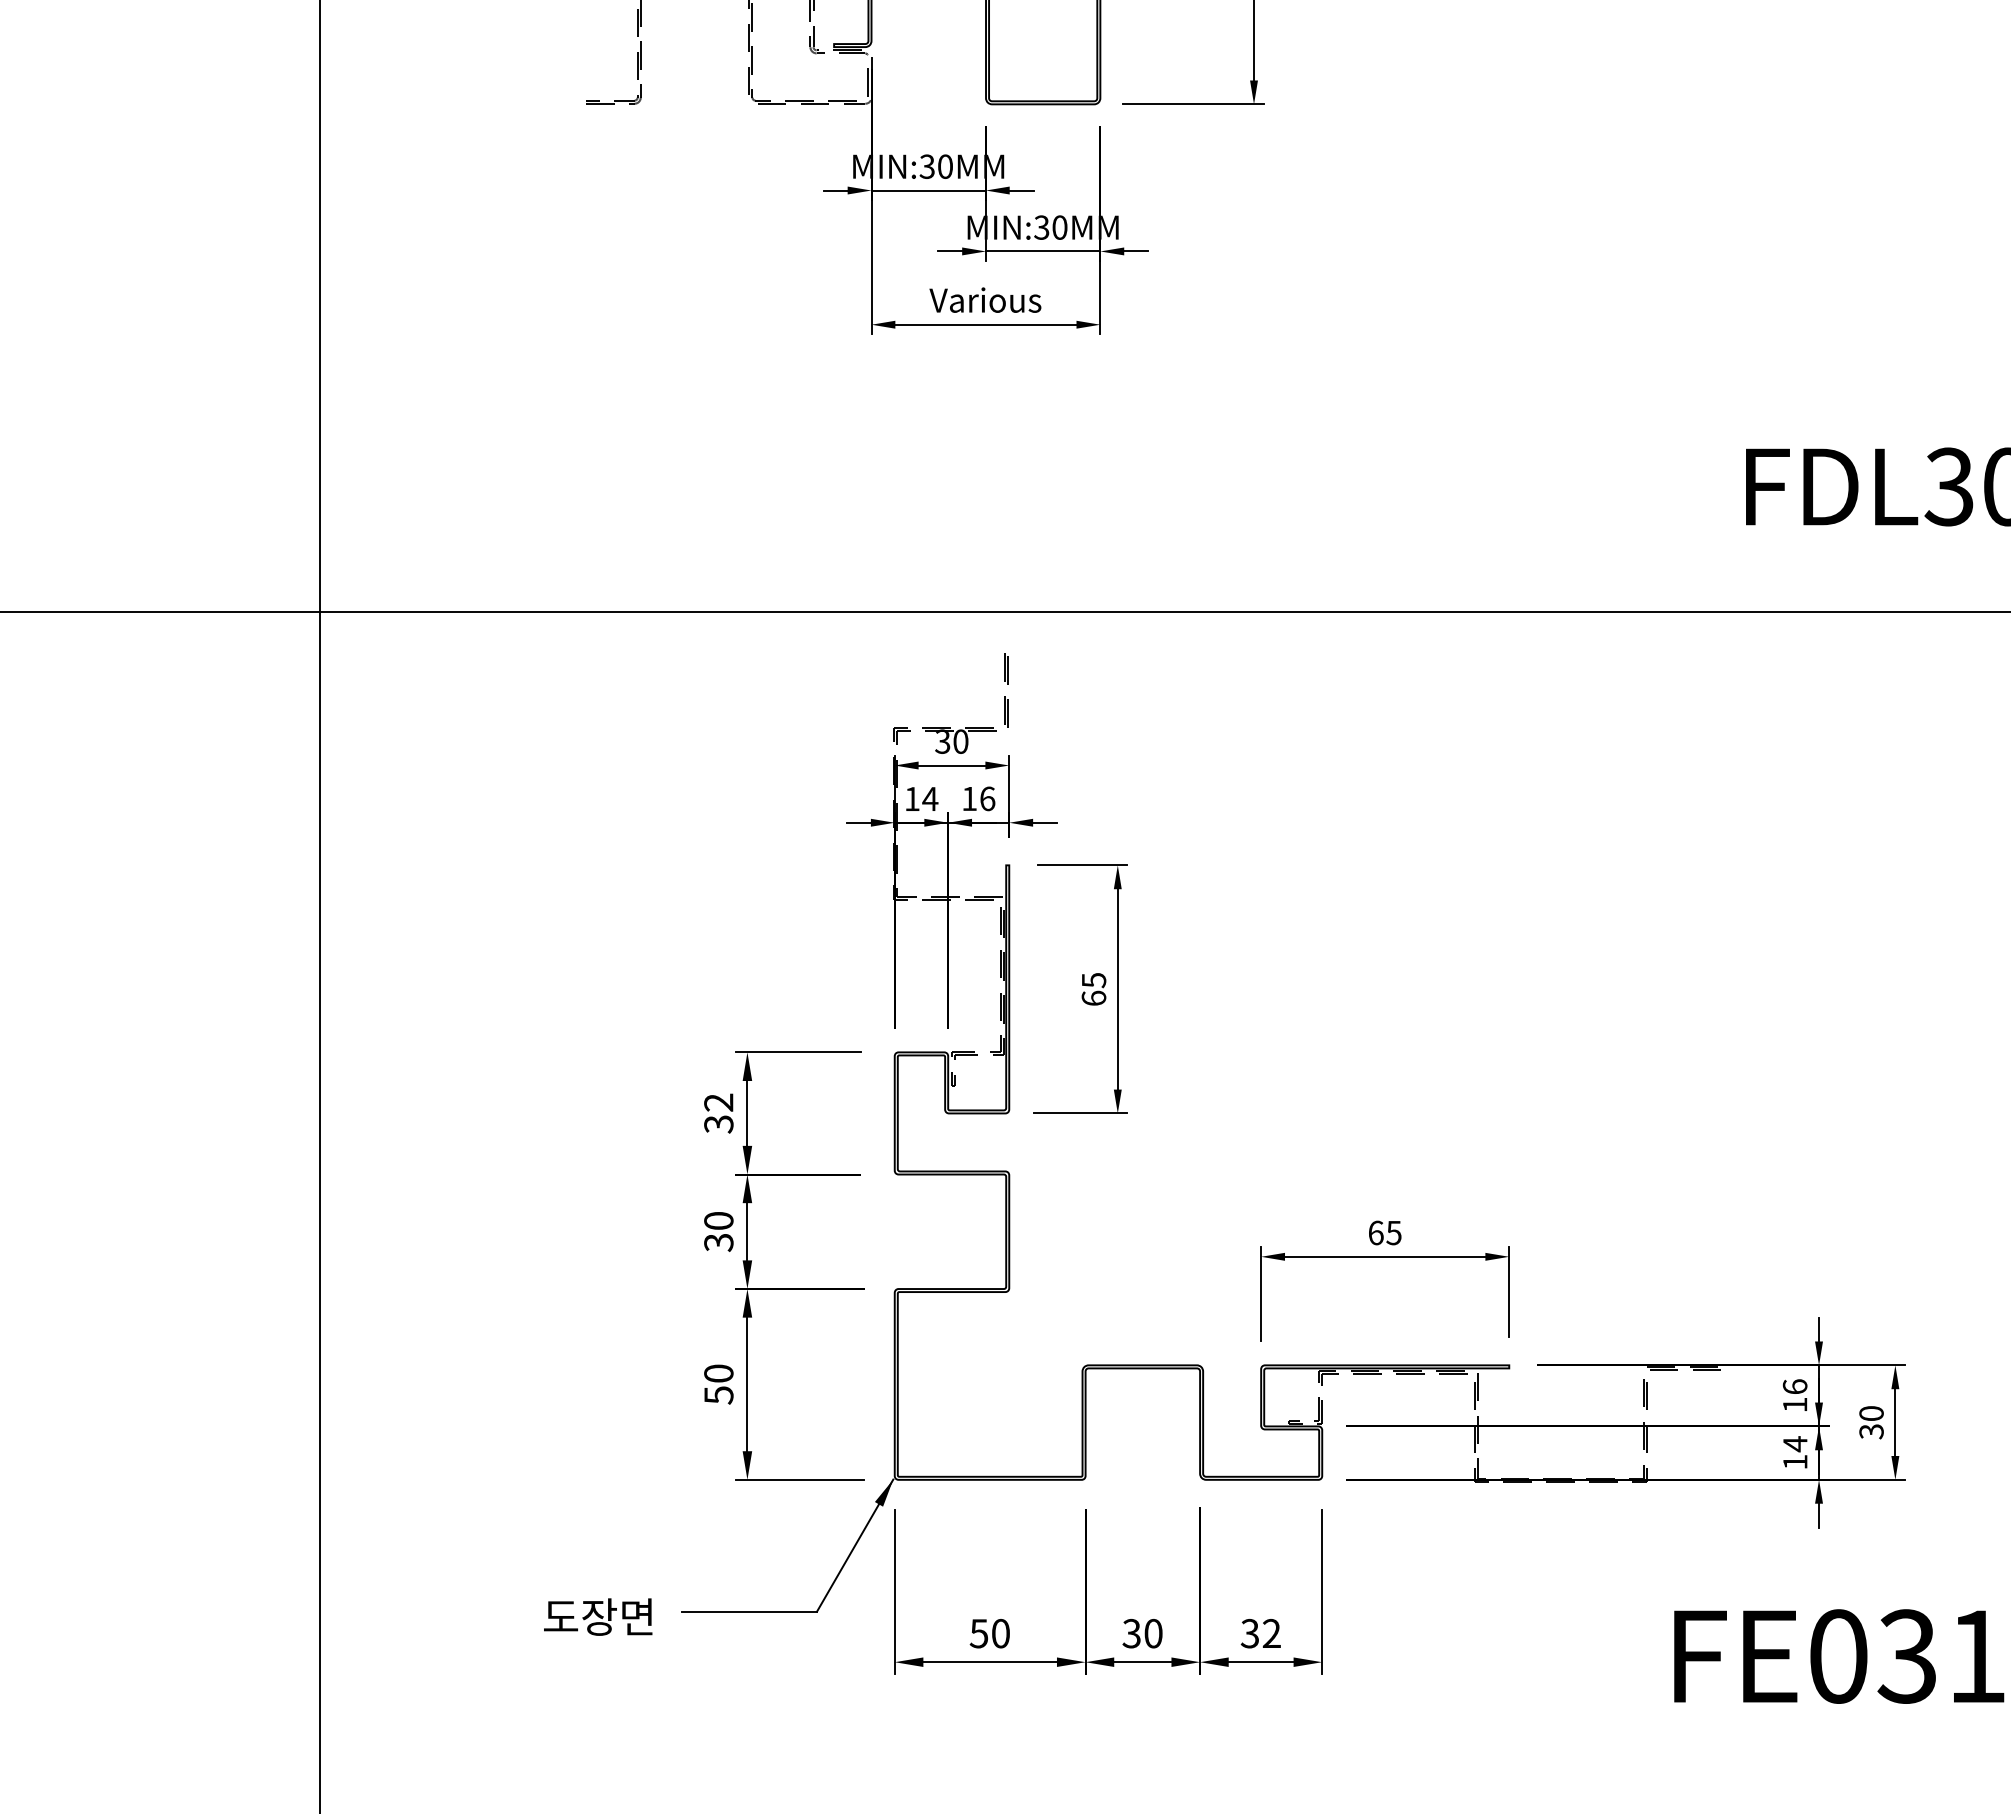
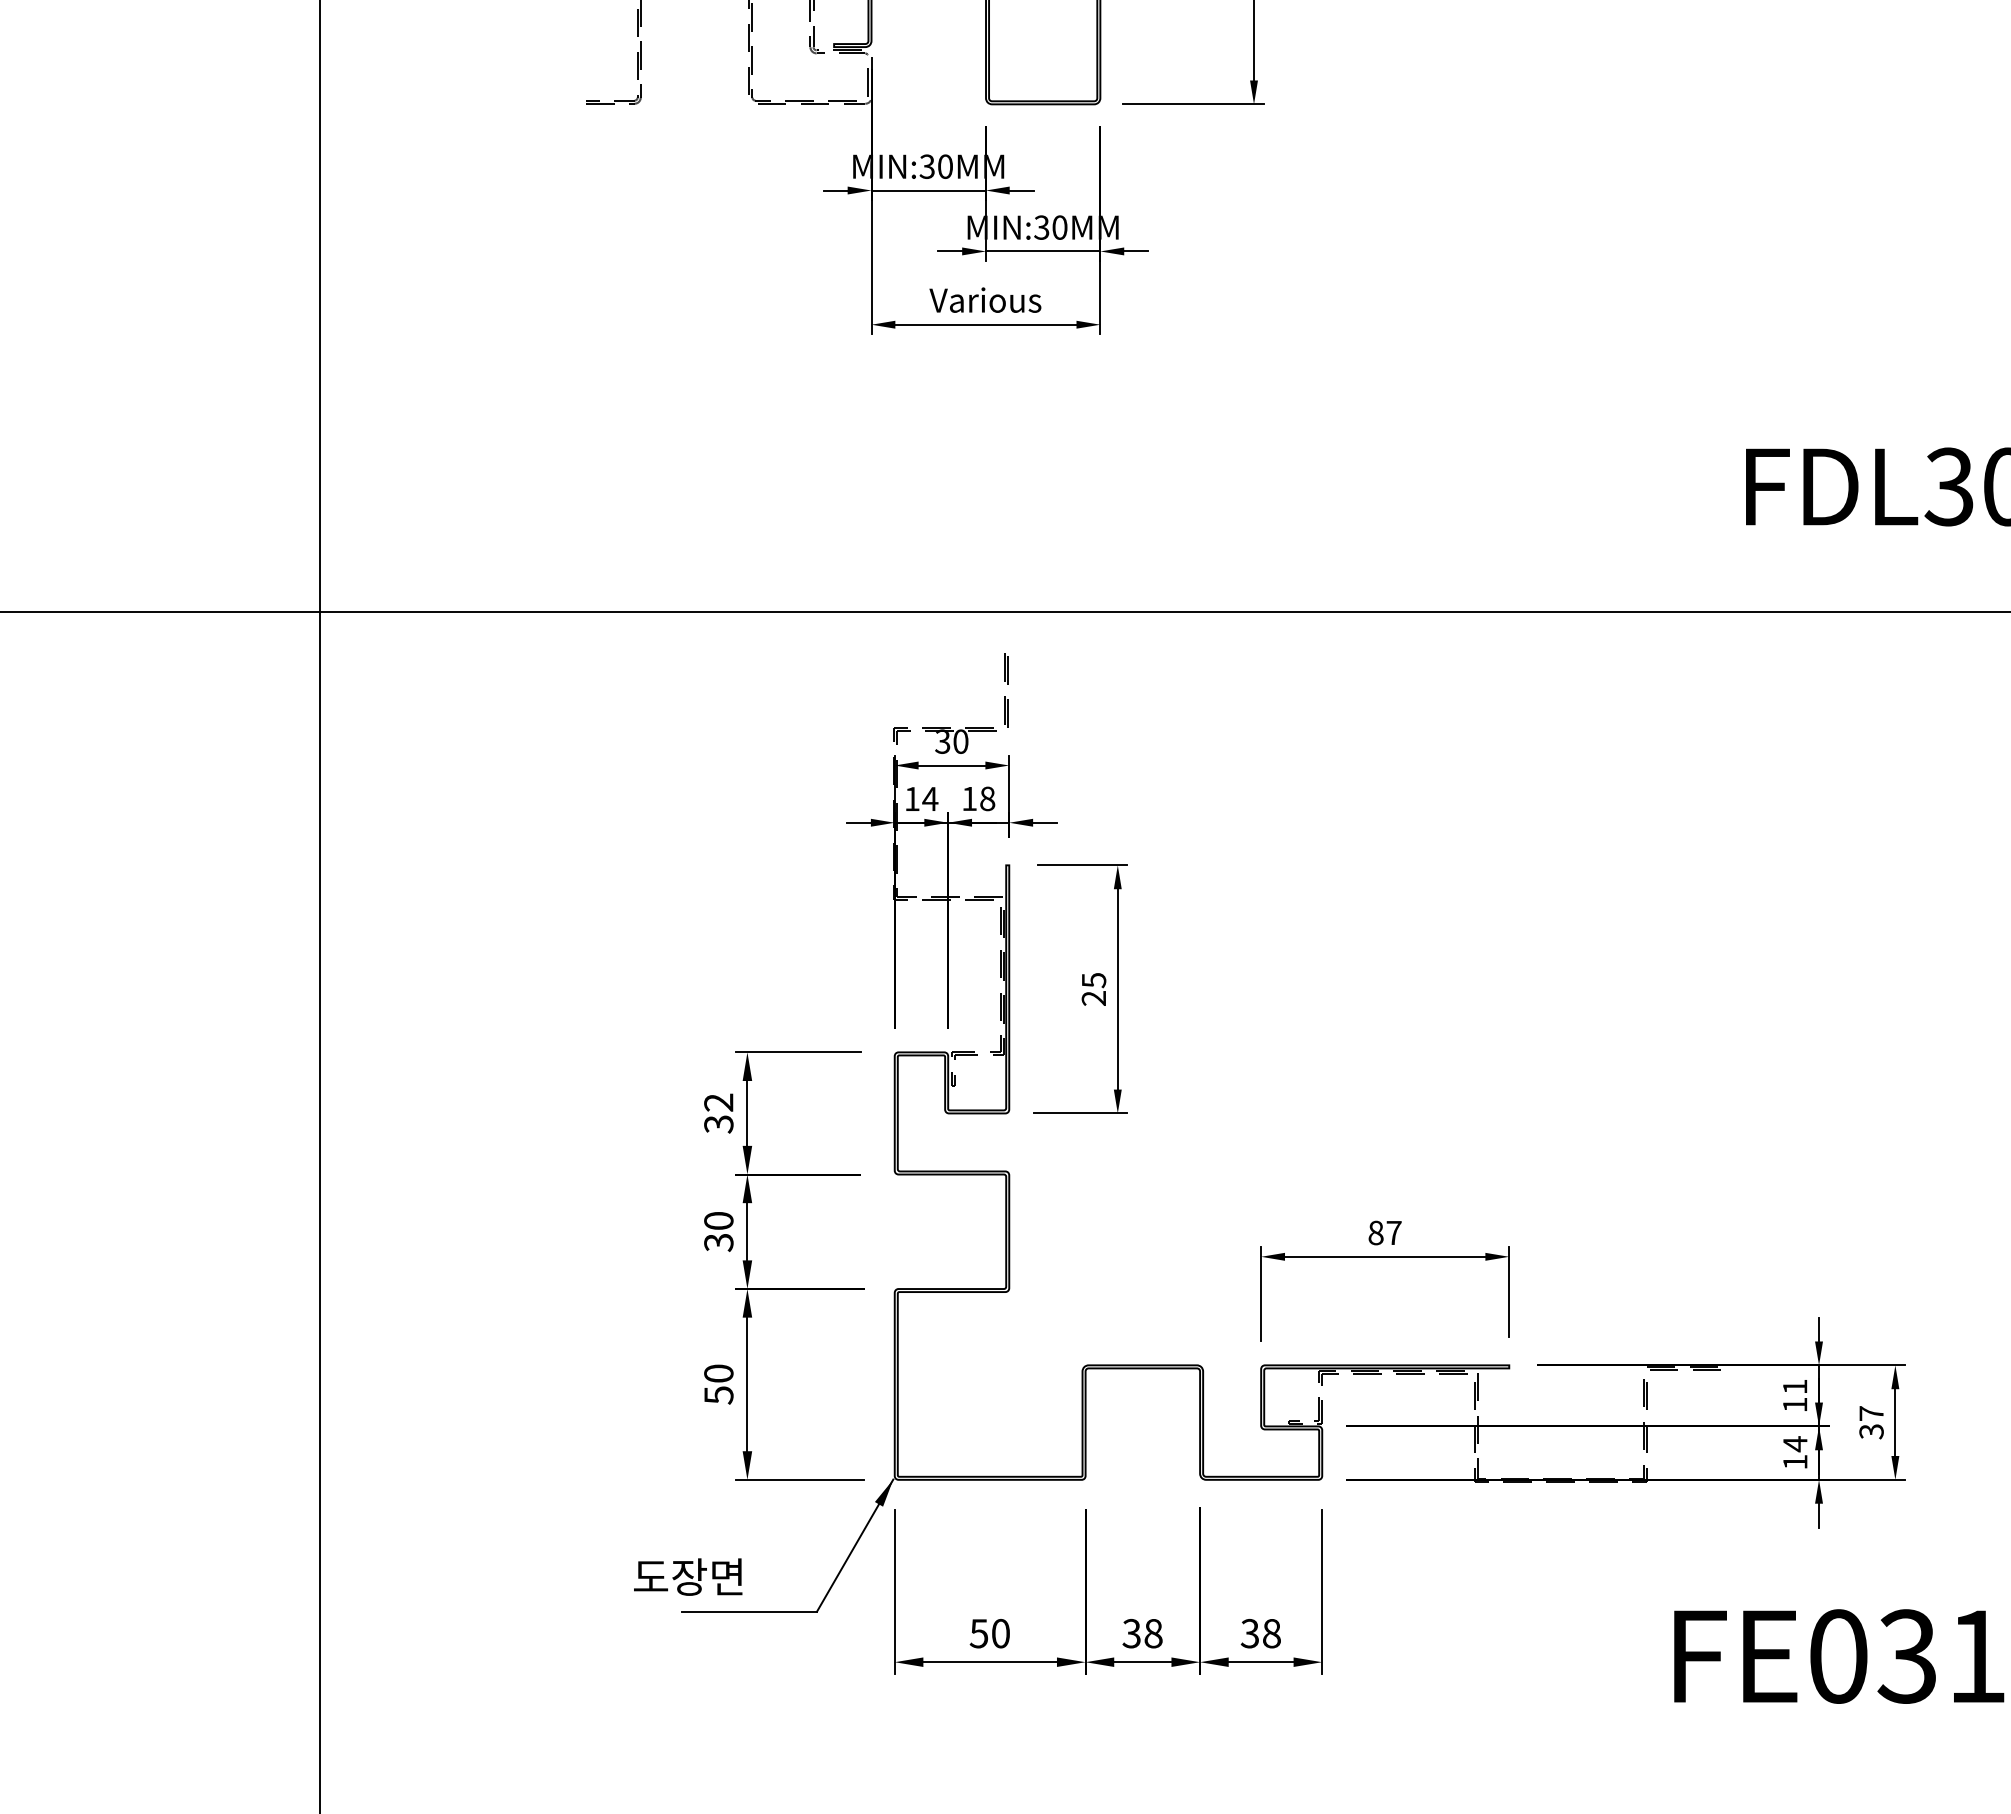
text at (987, 798): 16 -> 18
text at (1093, 997): 65 -> 25
text at (1384, 1232): 65 -> 87
text at (1794, 1386): 16 -> 11
text at (1871, 1413): 30 -> 37
text at (598, 1616) position: (598, 1616) -> (688, 1576)
text at (1153, 1633): 30 -> 38
text at (1271, 1633): 32 -> 38
